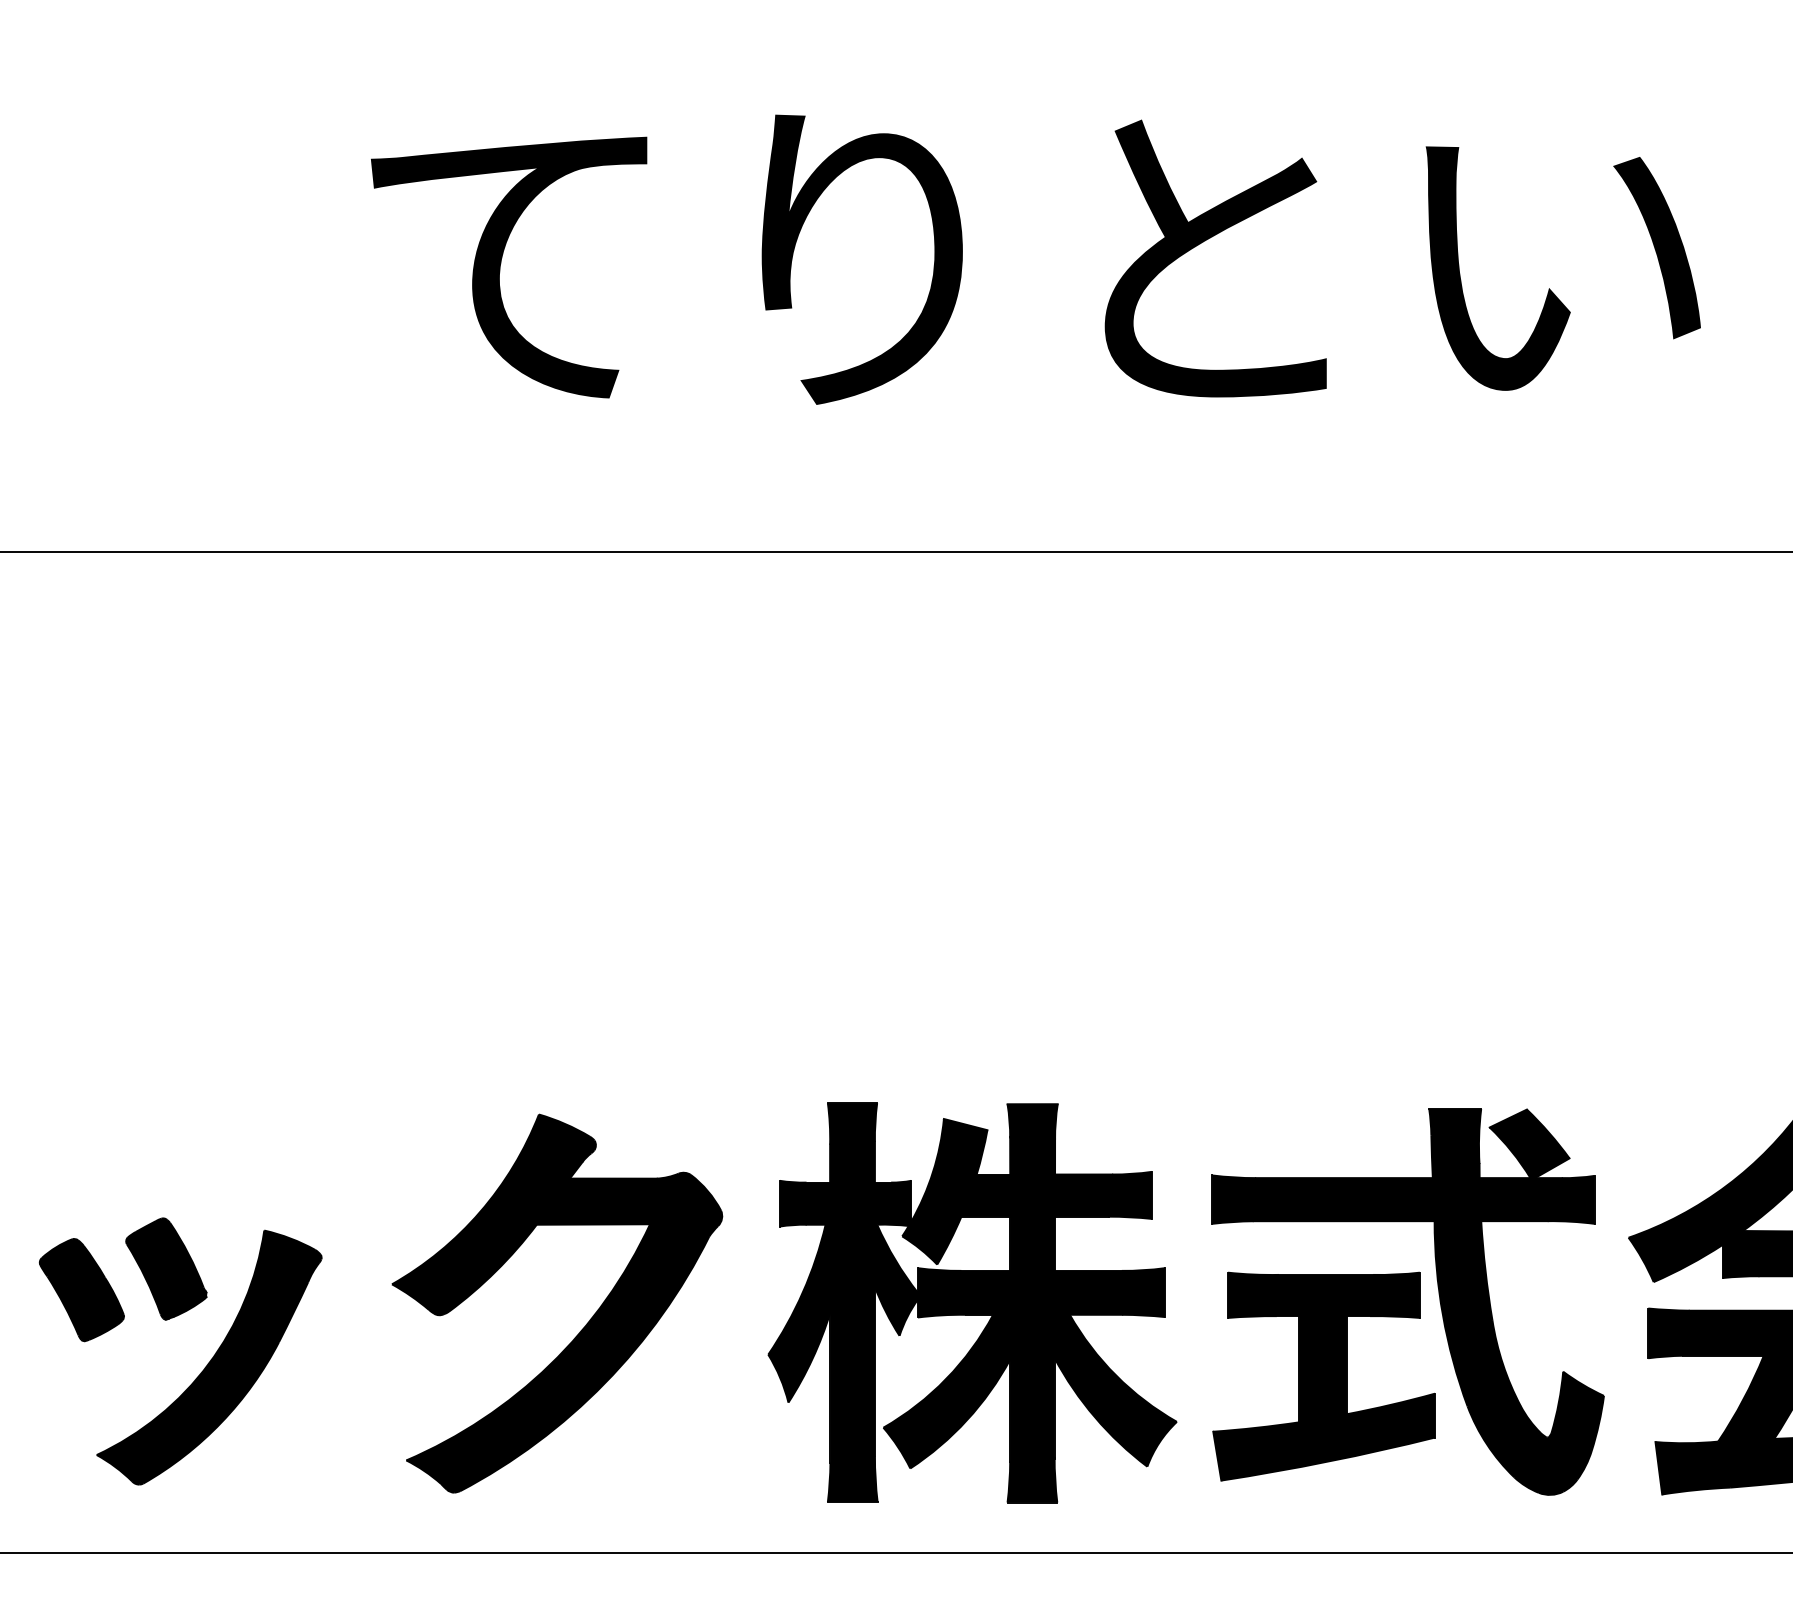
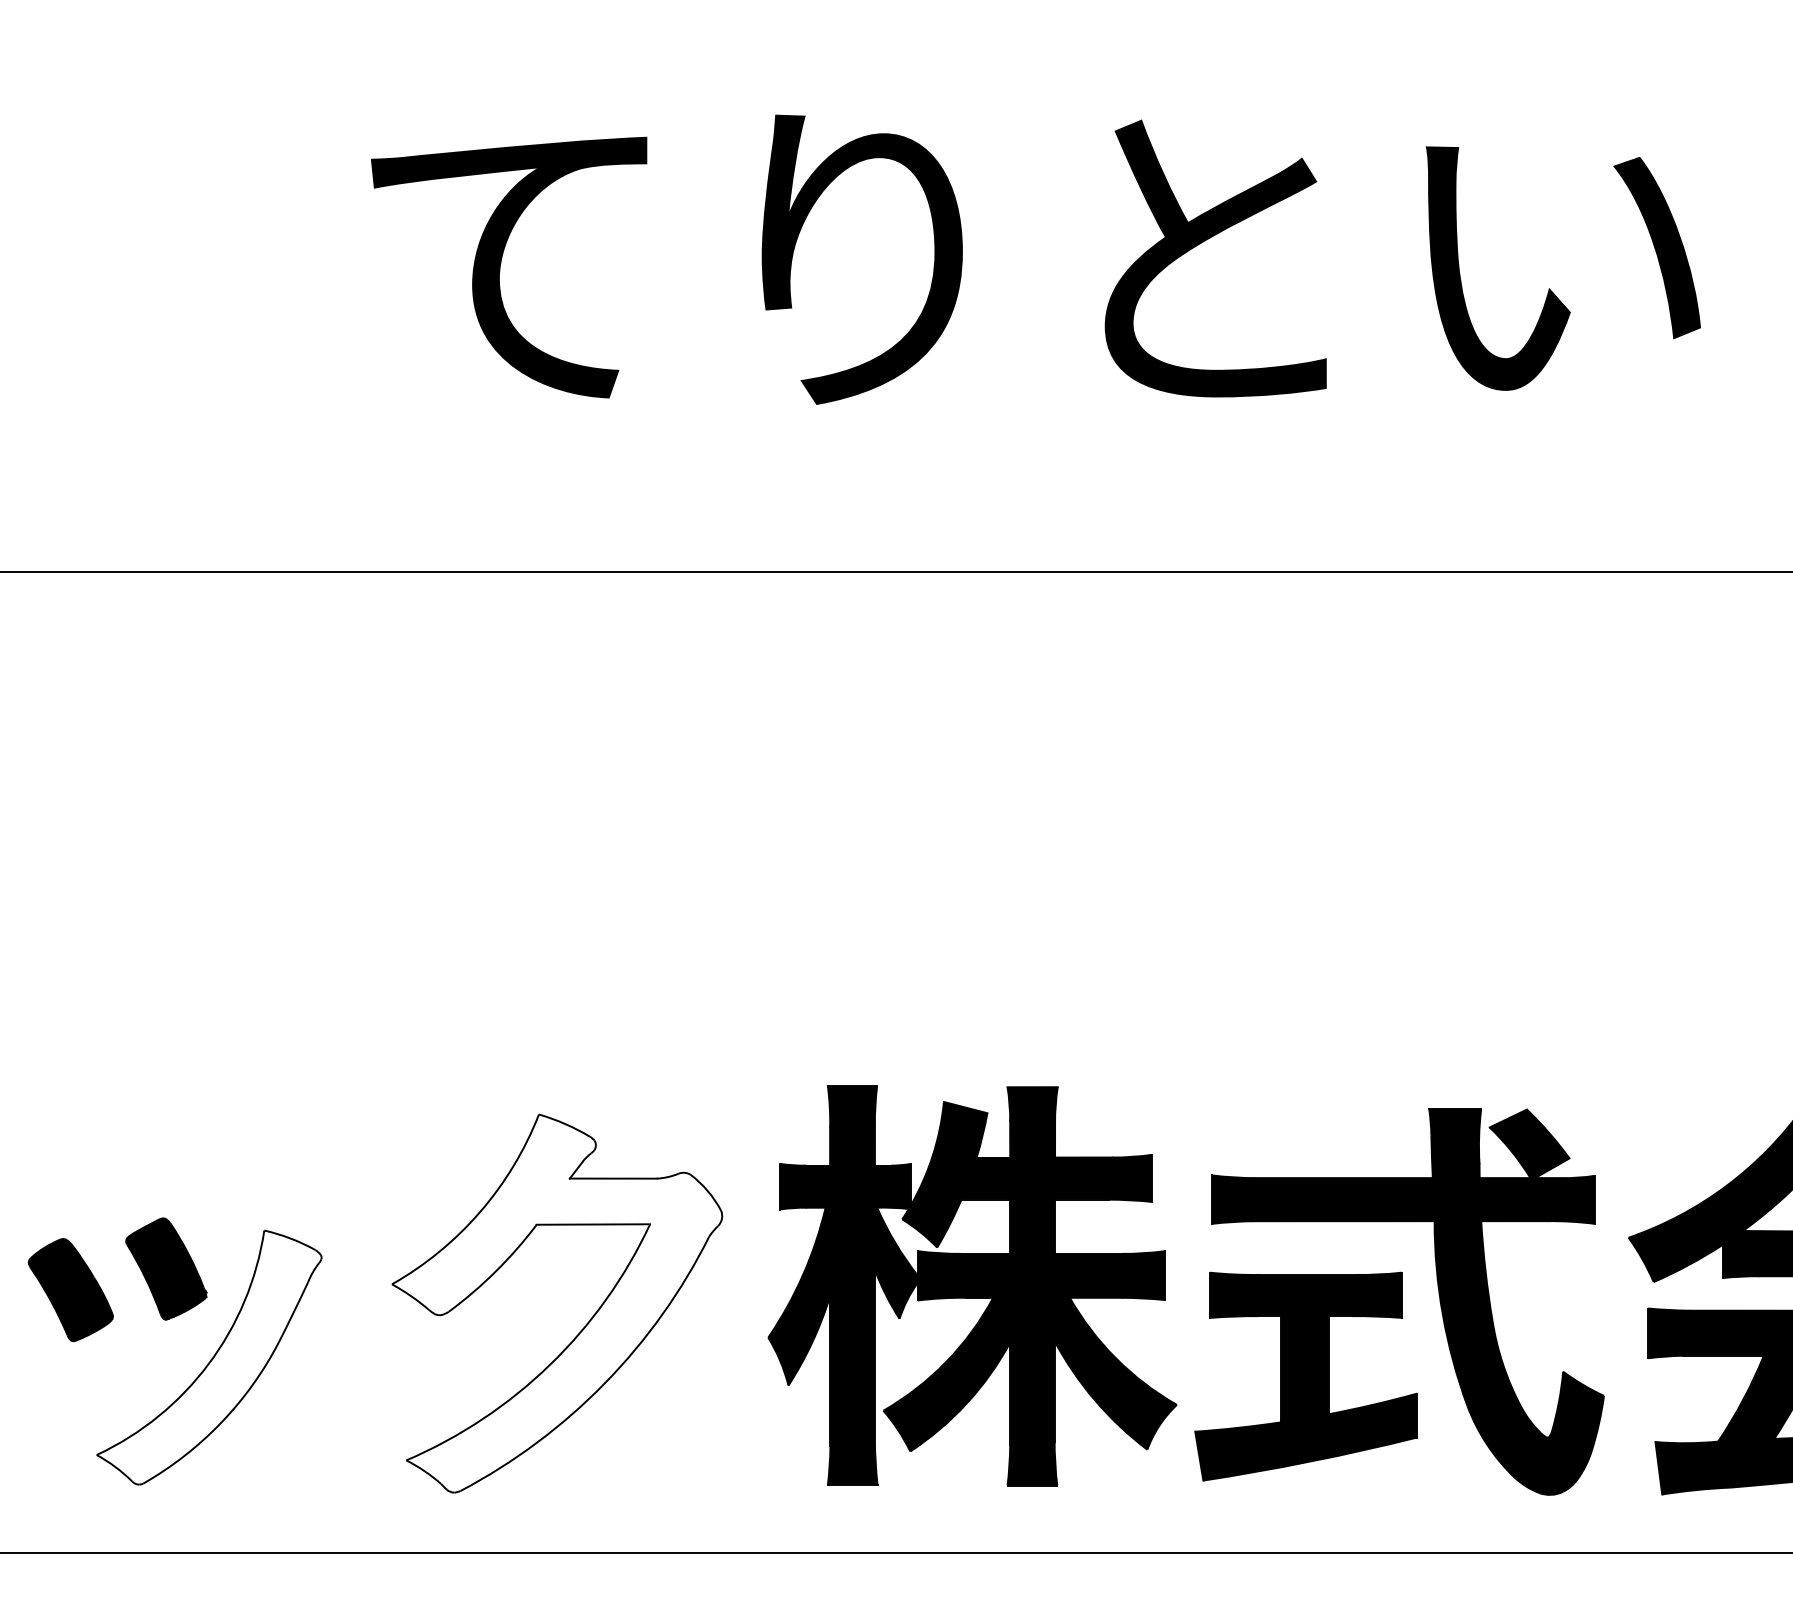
line at (895, 551) position: (895, 551) -> (895, 571)
part at (81, 1290) position: (81, 1290) -> (70, 1290)
part at (972, 1302) position: (972, 1302) -> (972, 1285)
fill at (557, 1303): present -> none
fill at (208, 1357): present -> none
part at (1323, 1376) position: (1323, 1376) -> (1305, 1376)
